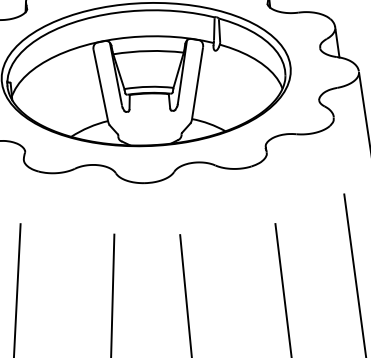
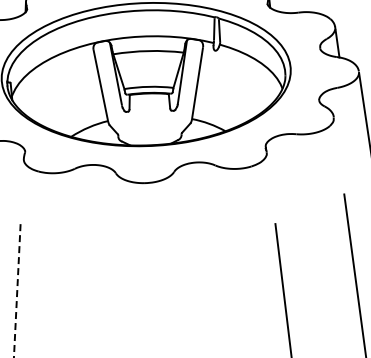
line at (17, 290): solid -> dashed
line at (112, 294): present -> none
line at (185, 294): present -> none
